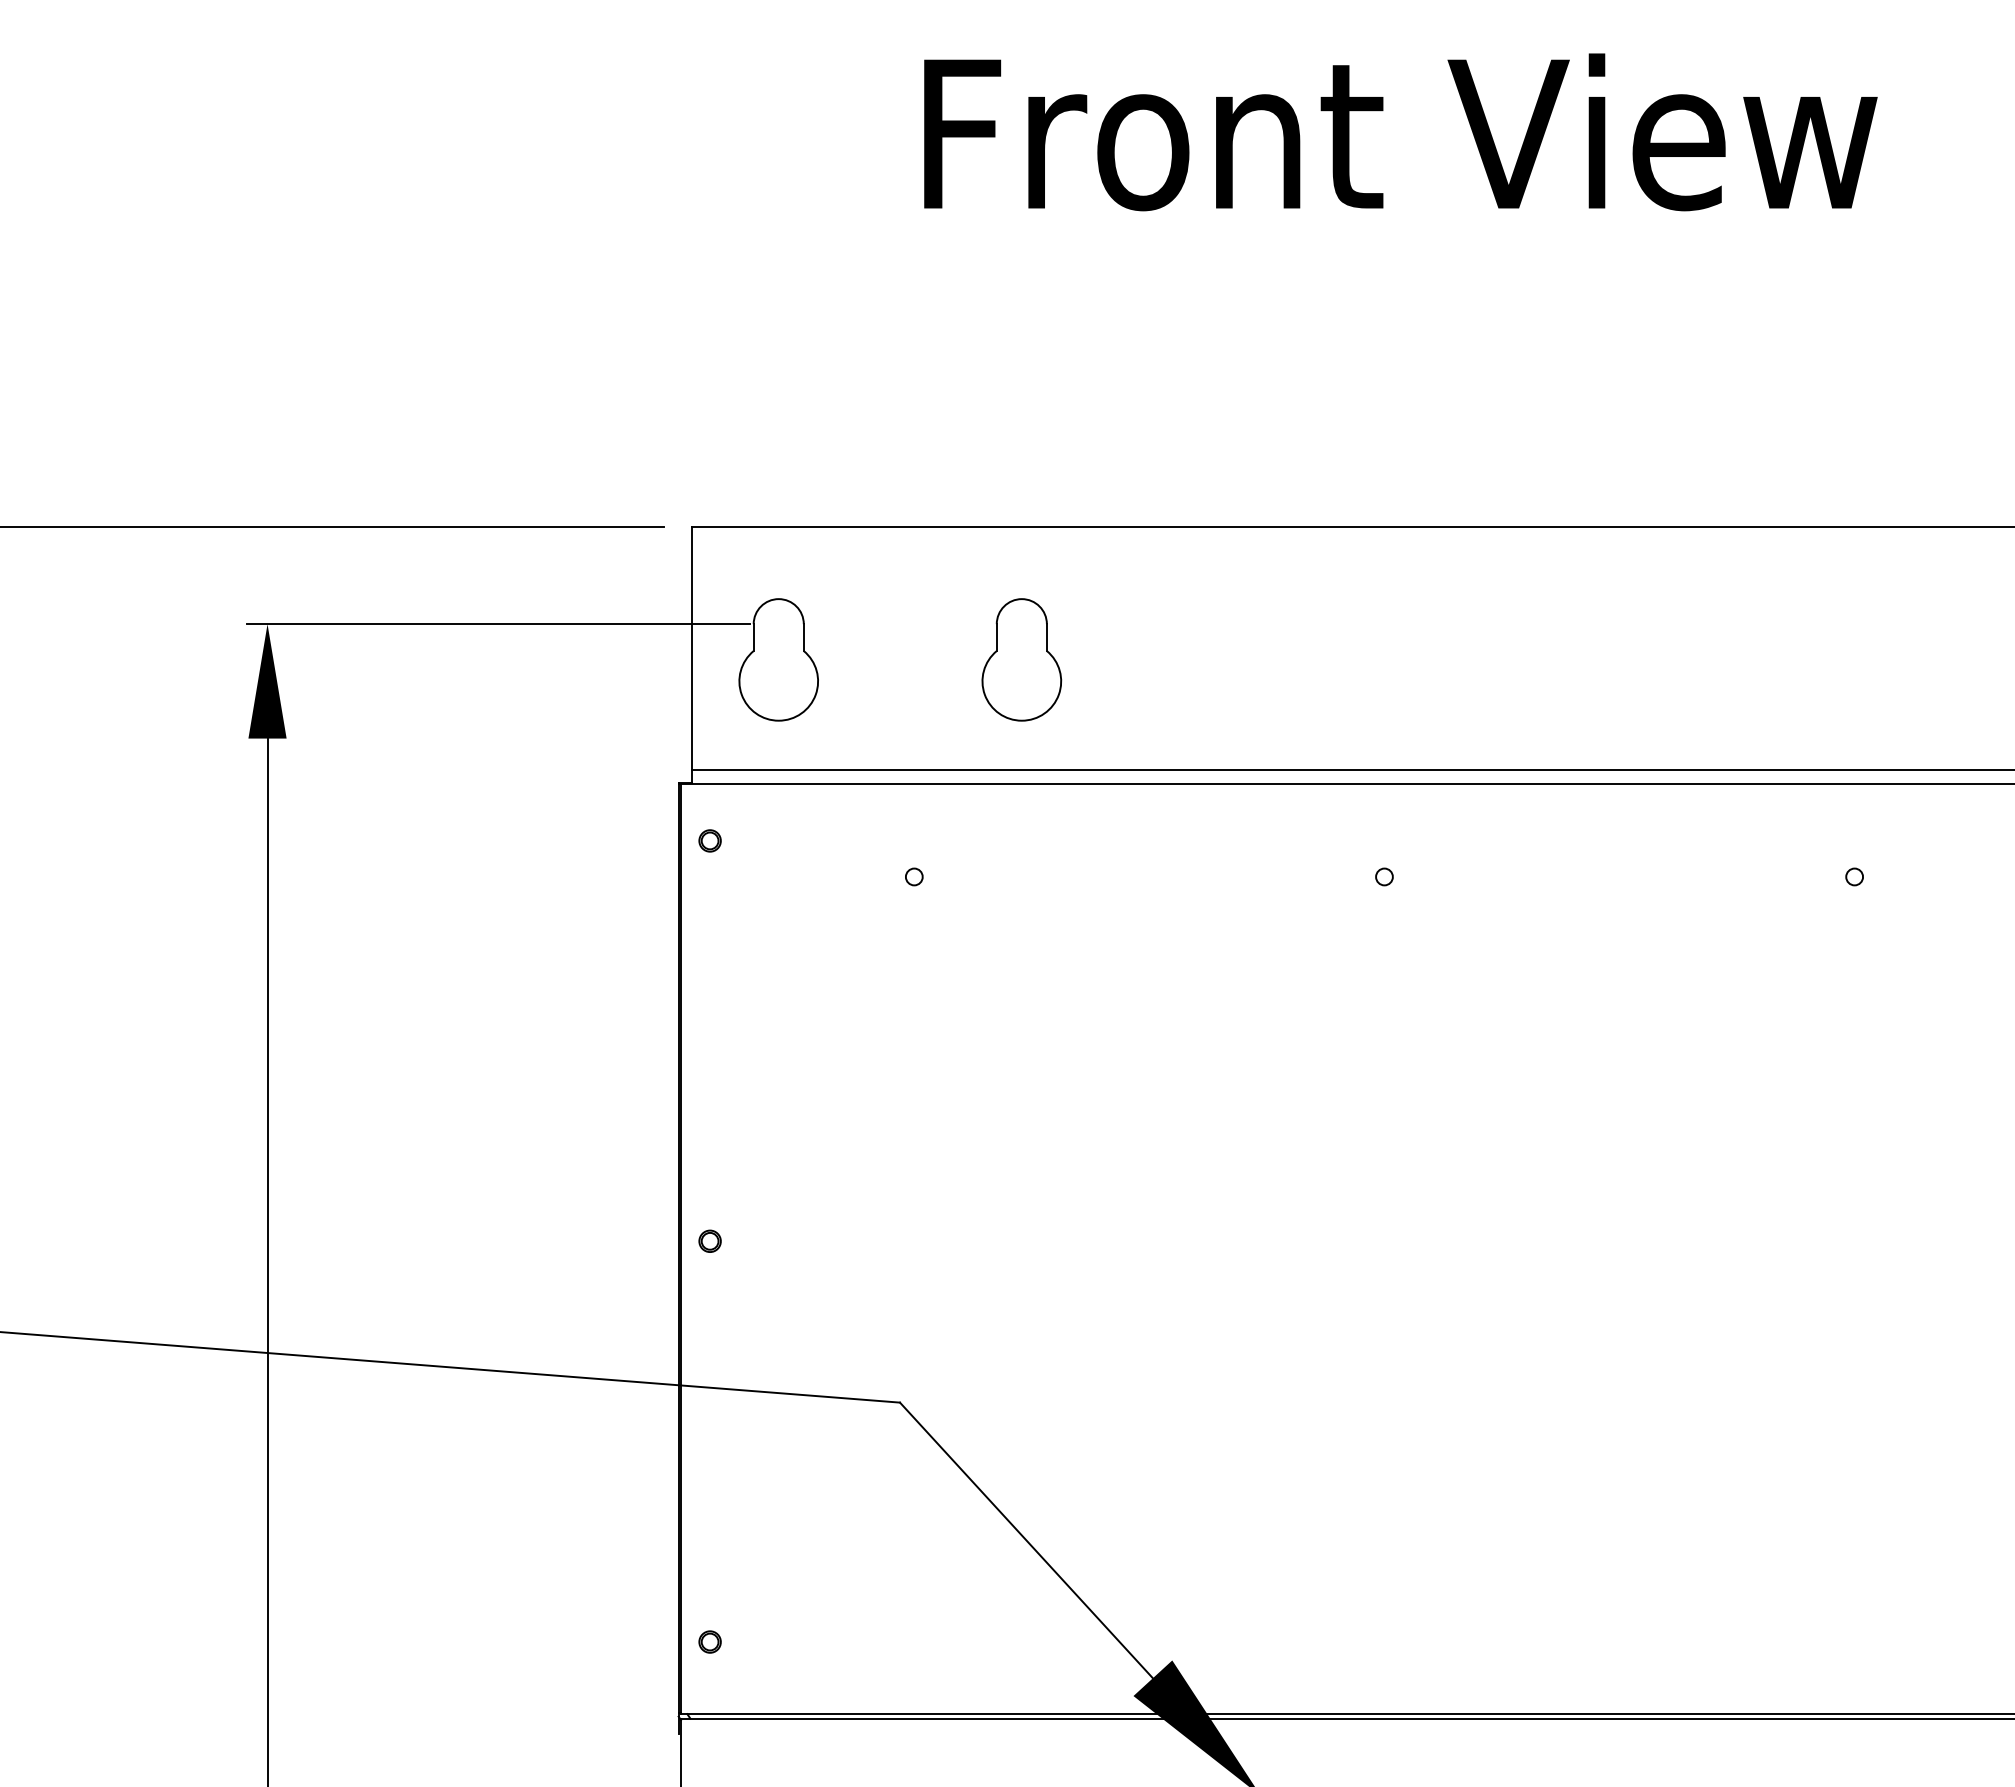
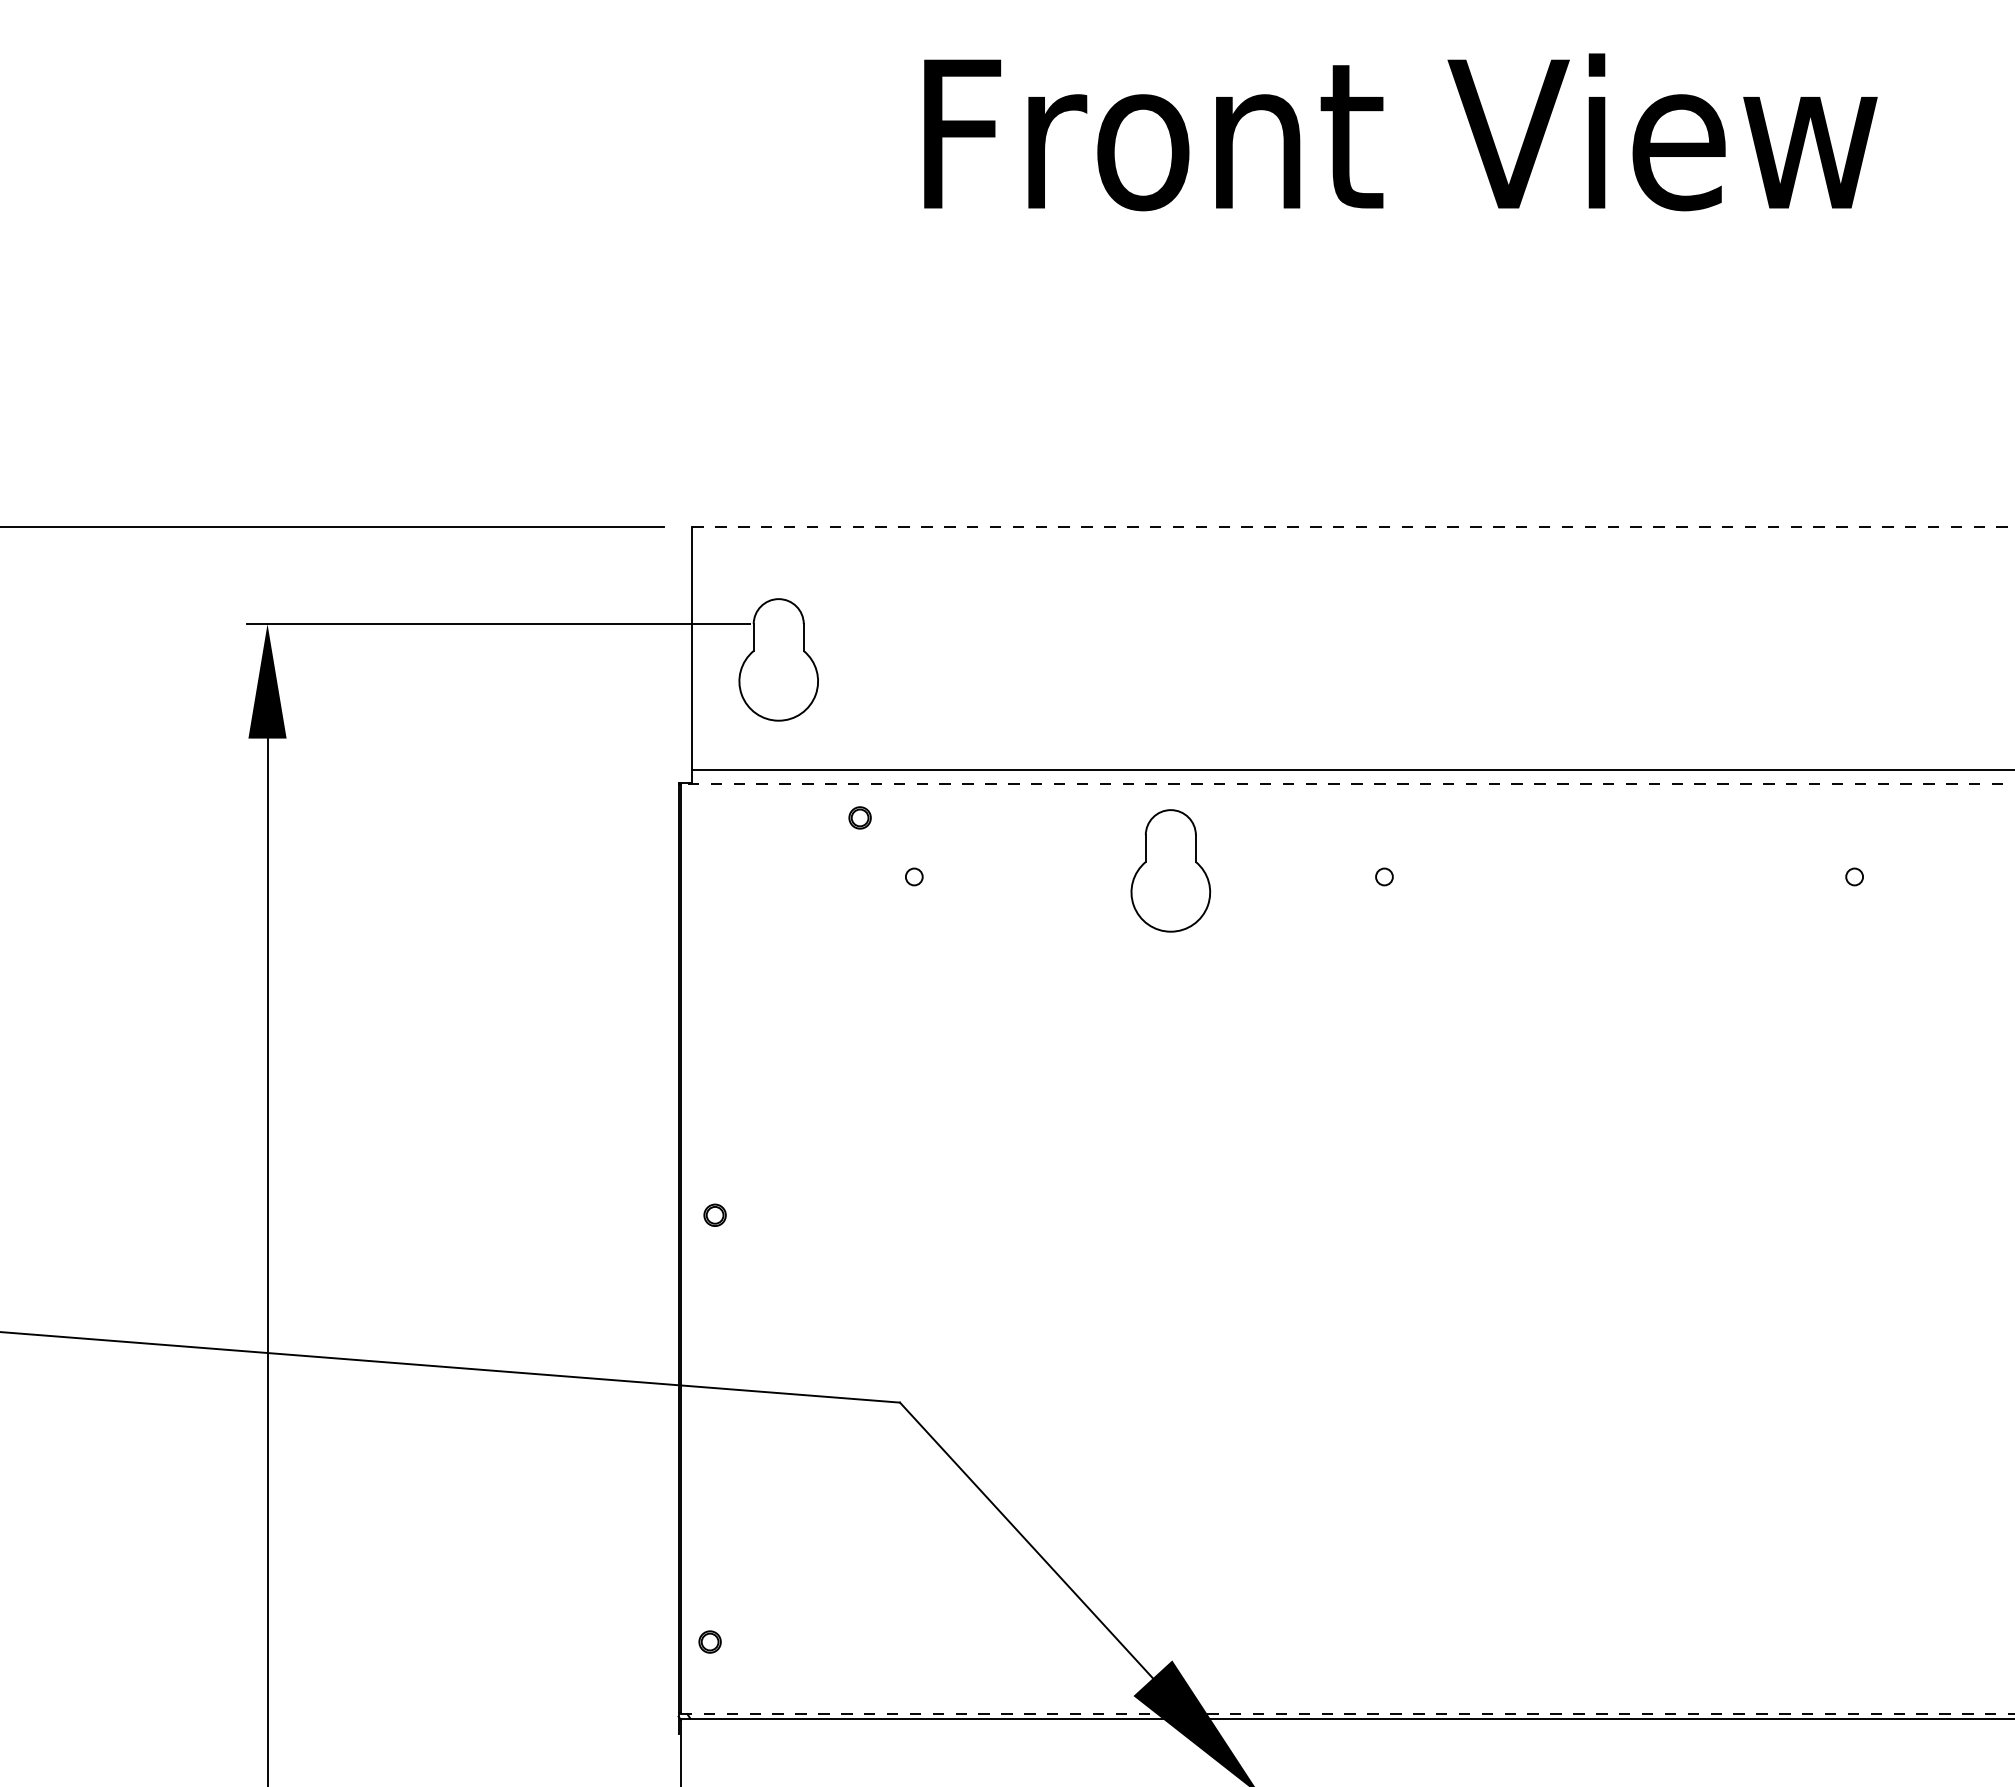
line at (1354, 526): solid -> dashed
part at (1021, 659) position: (1021, 659) -> (1170, 870)
line at (1347, 783): solid -> dashed
part at (709, 840) position: (709, 840) -> (859, 817)
part at (709, 1240) position: (709, 1240) -> (714, 1214)
line at (1347, 1714): solid -> dashed
